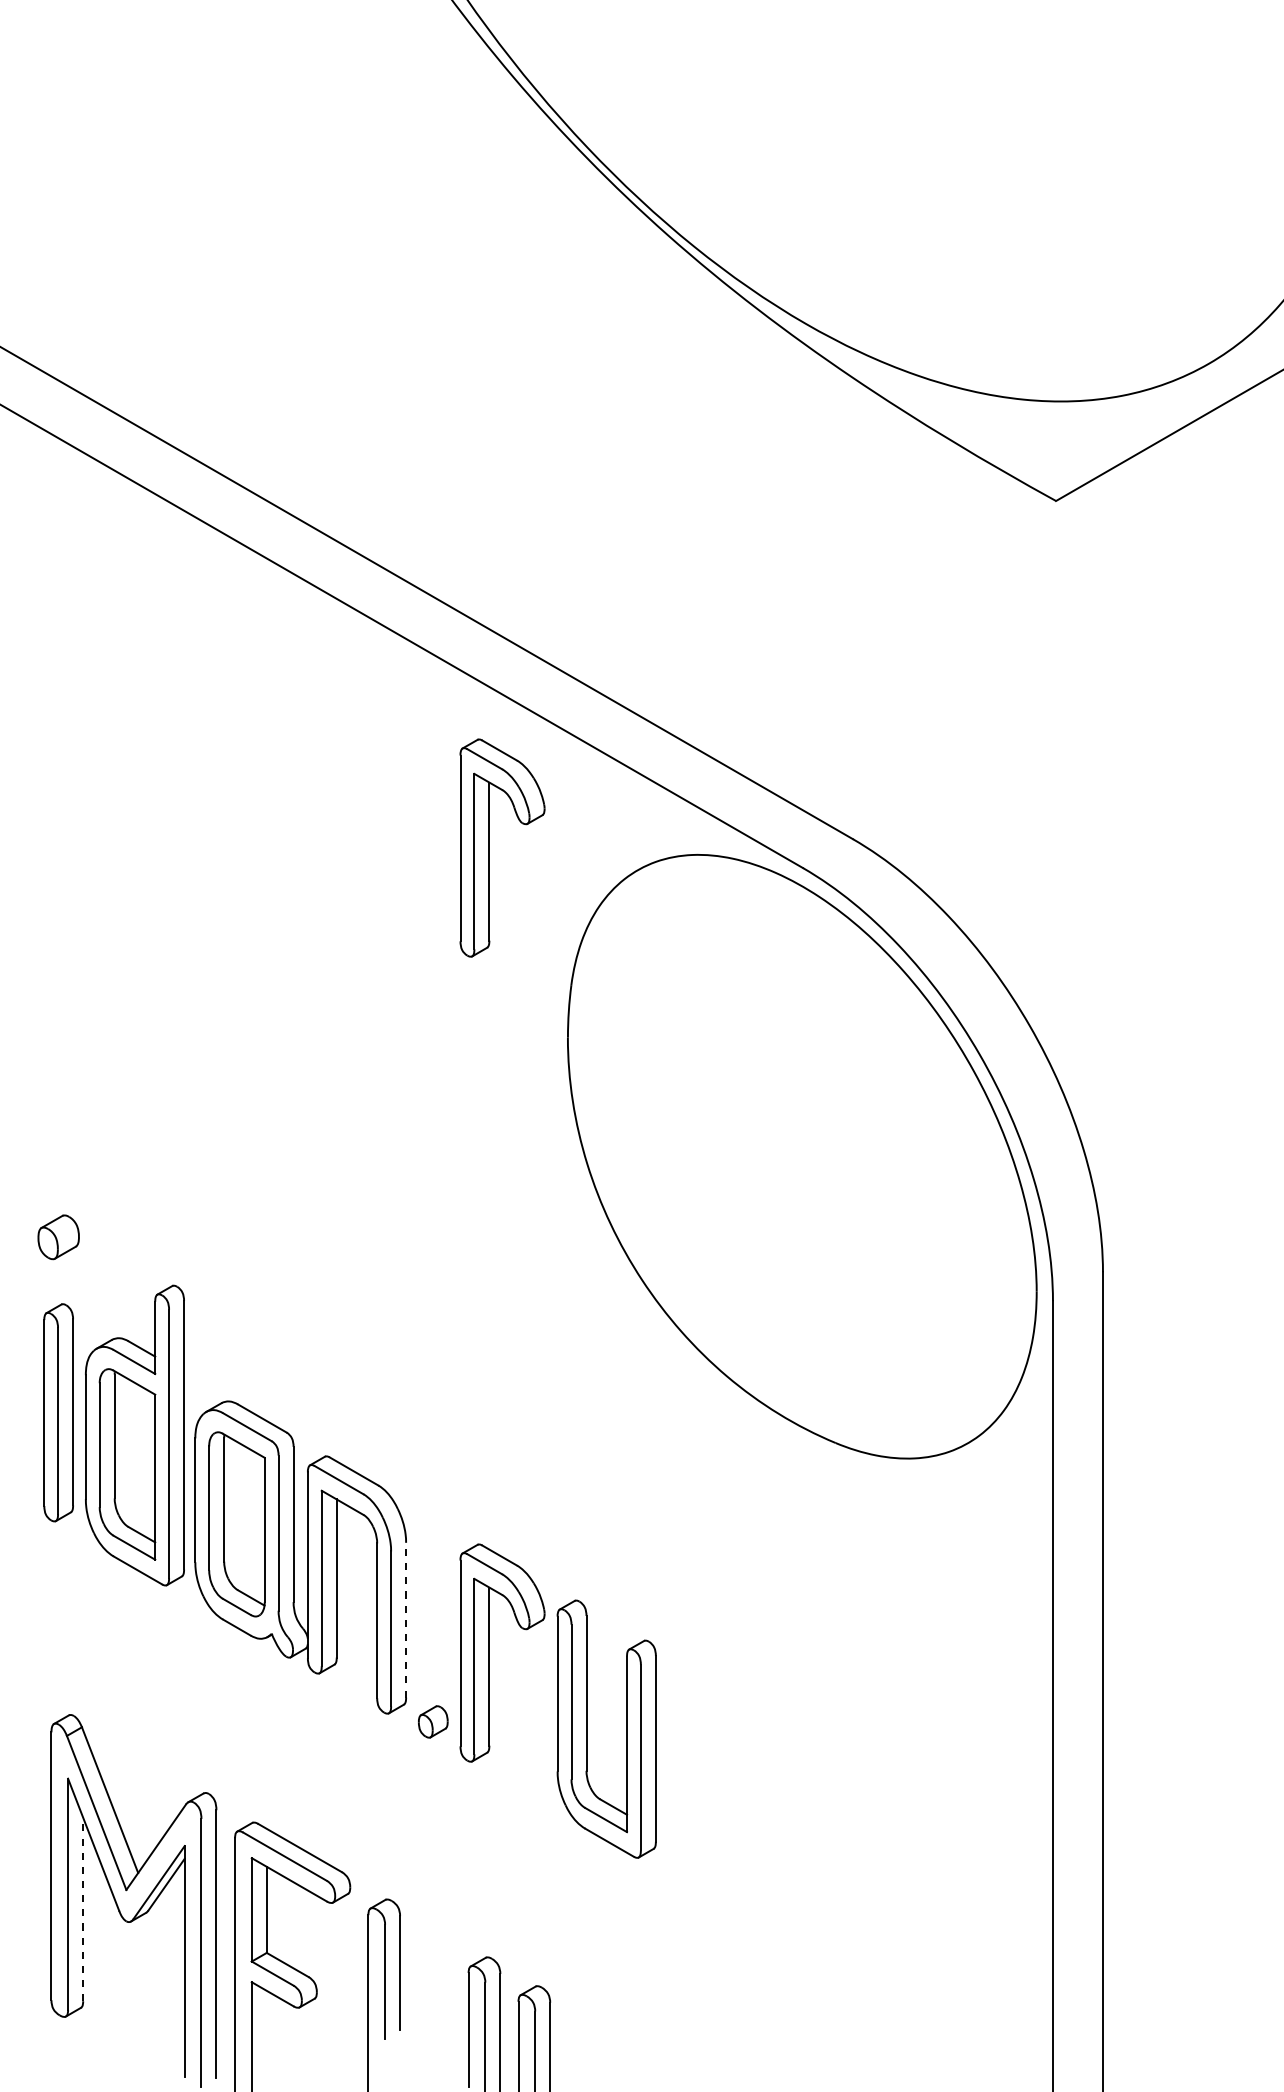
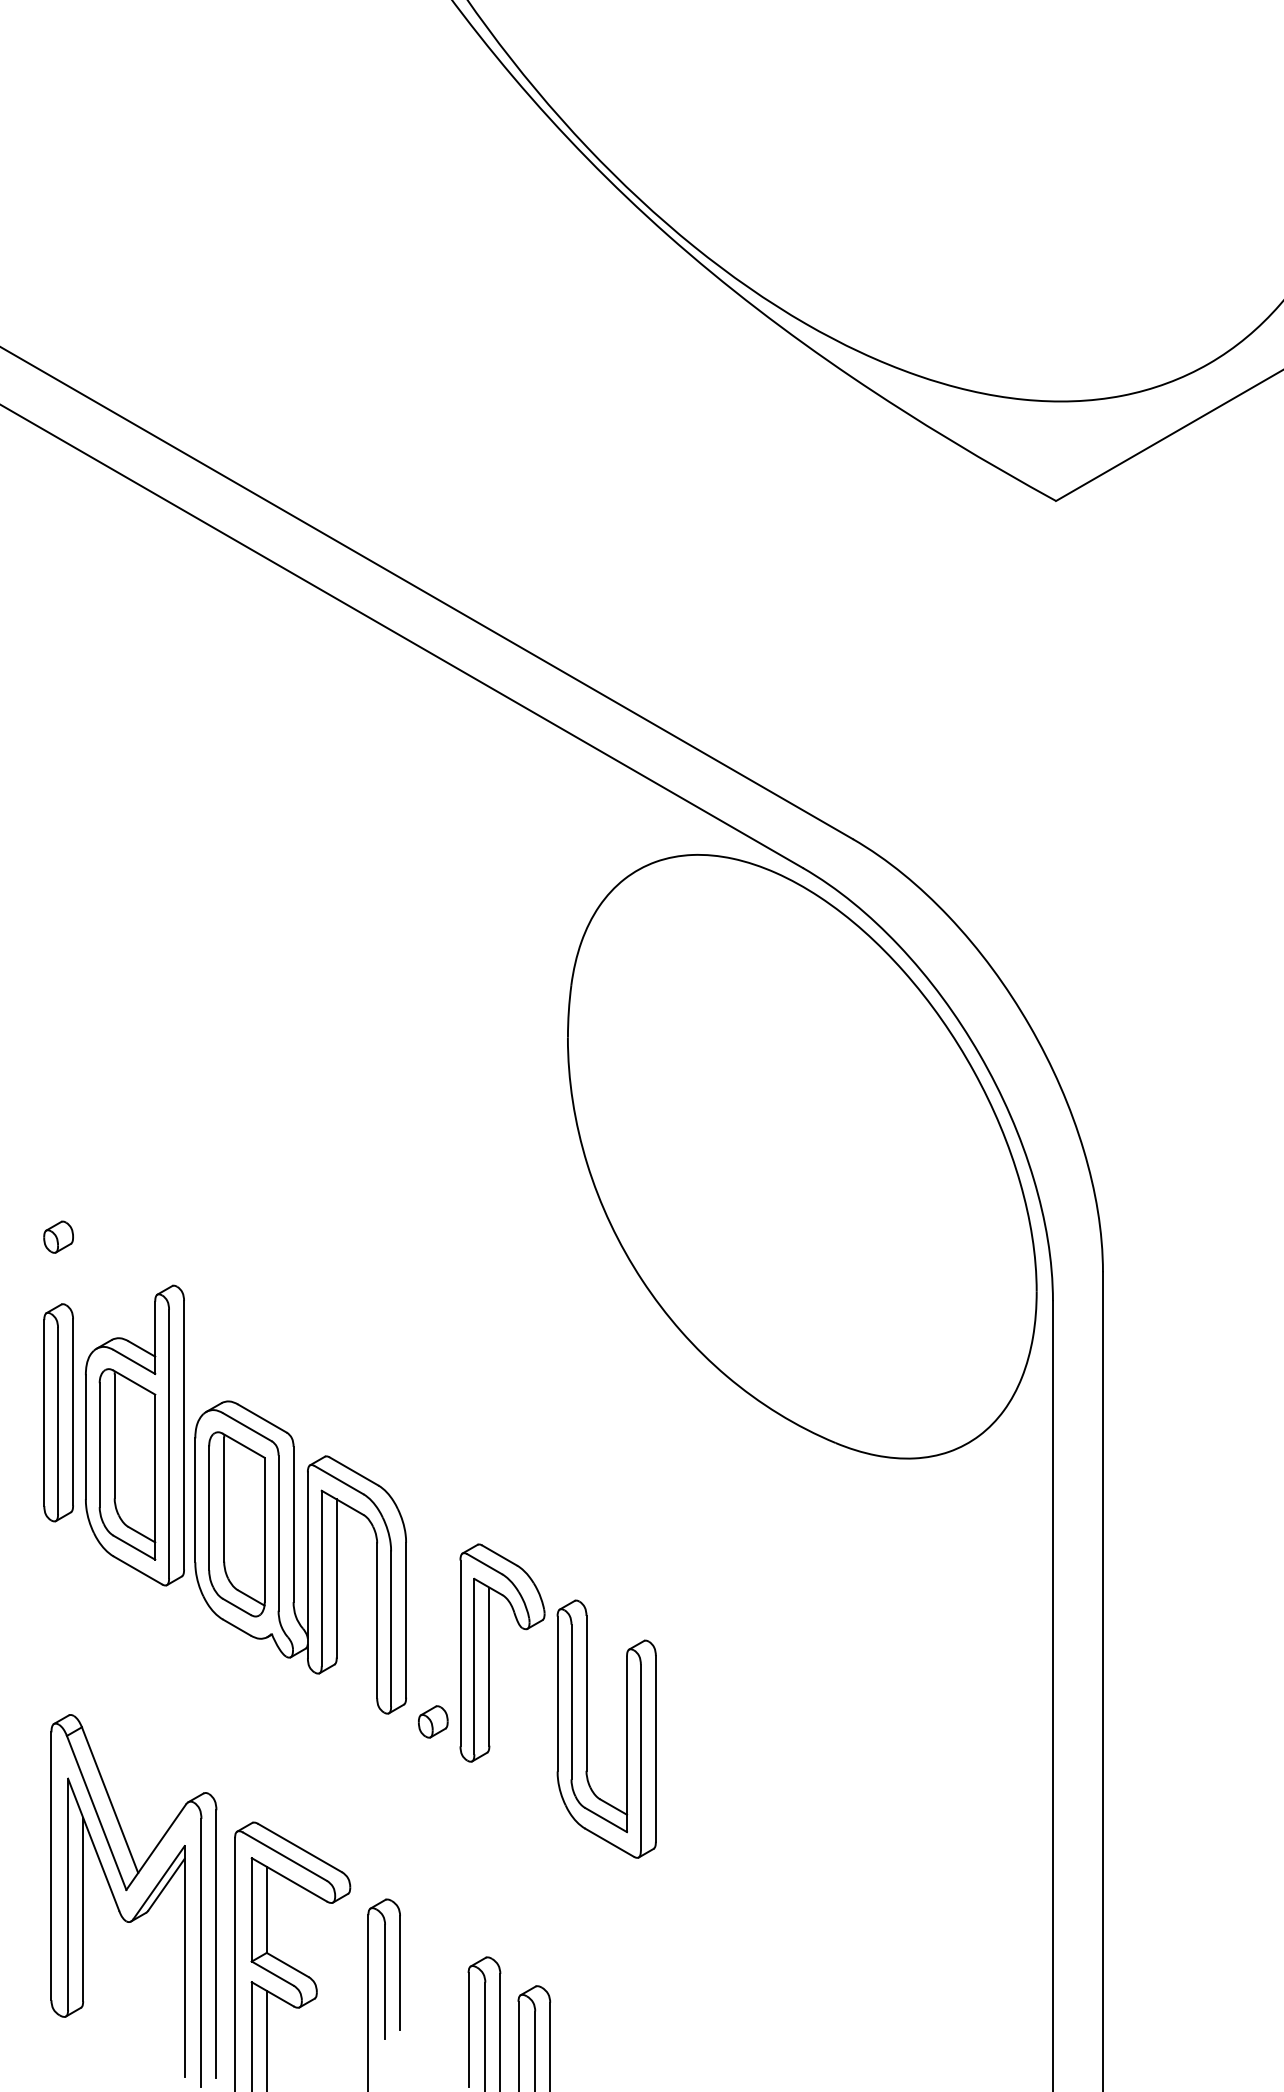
part at (489, 847): present -> none
part at (58, 1237) size: 43x47 px -> 31x34 px
line at (406, 1619): dashed -> solid
line at (83, 1909): dashed -> solid
line at (266, 2039): none -> present
